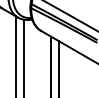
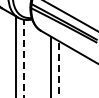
line at (23, 58): solid -> dashed
line at (58, 68): solid -> dashed
